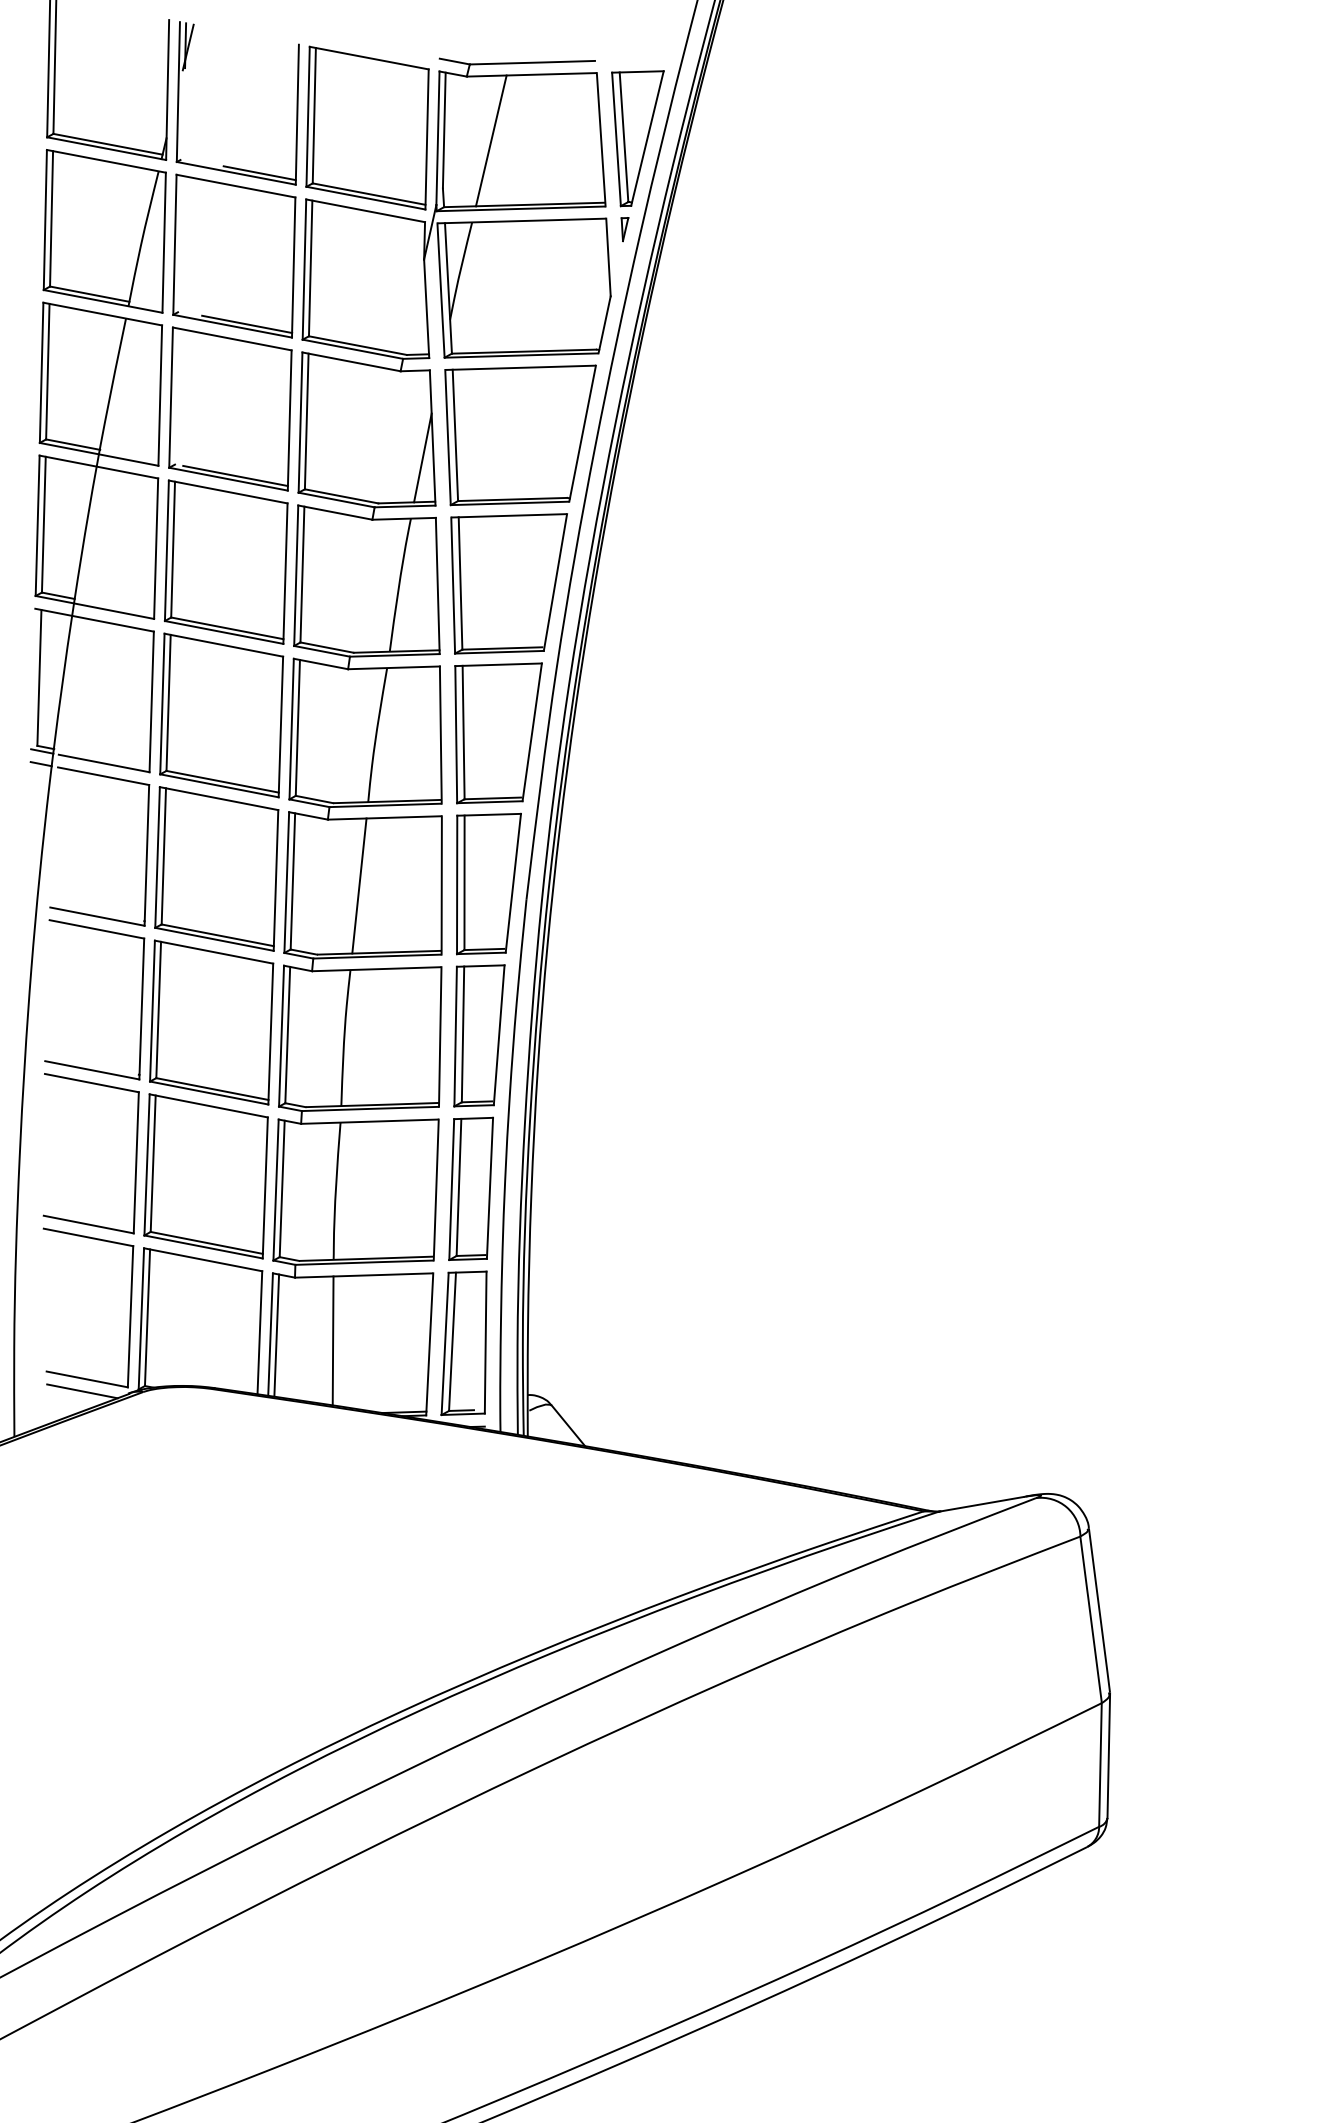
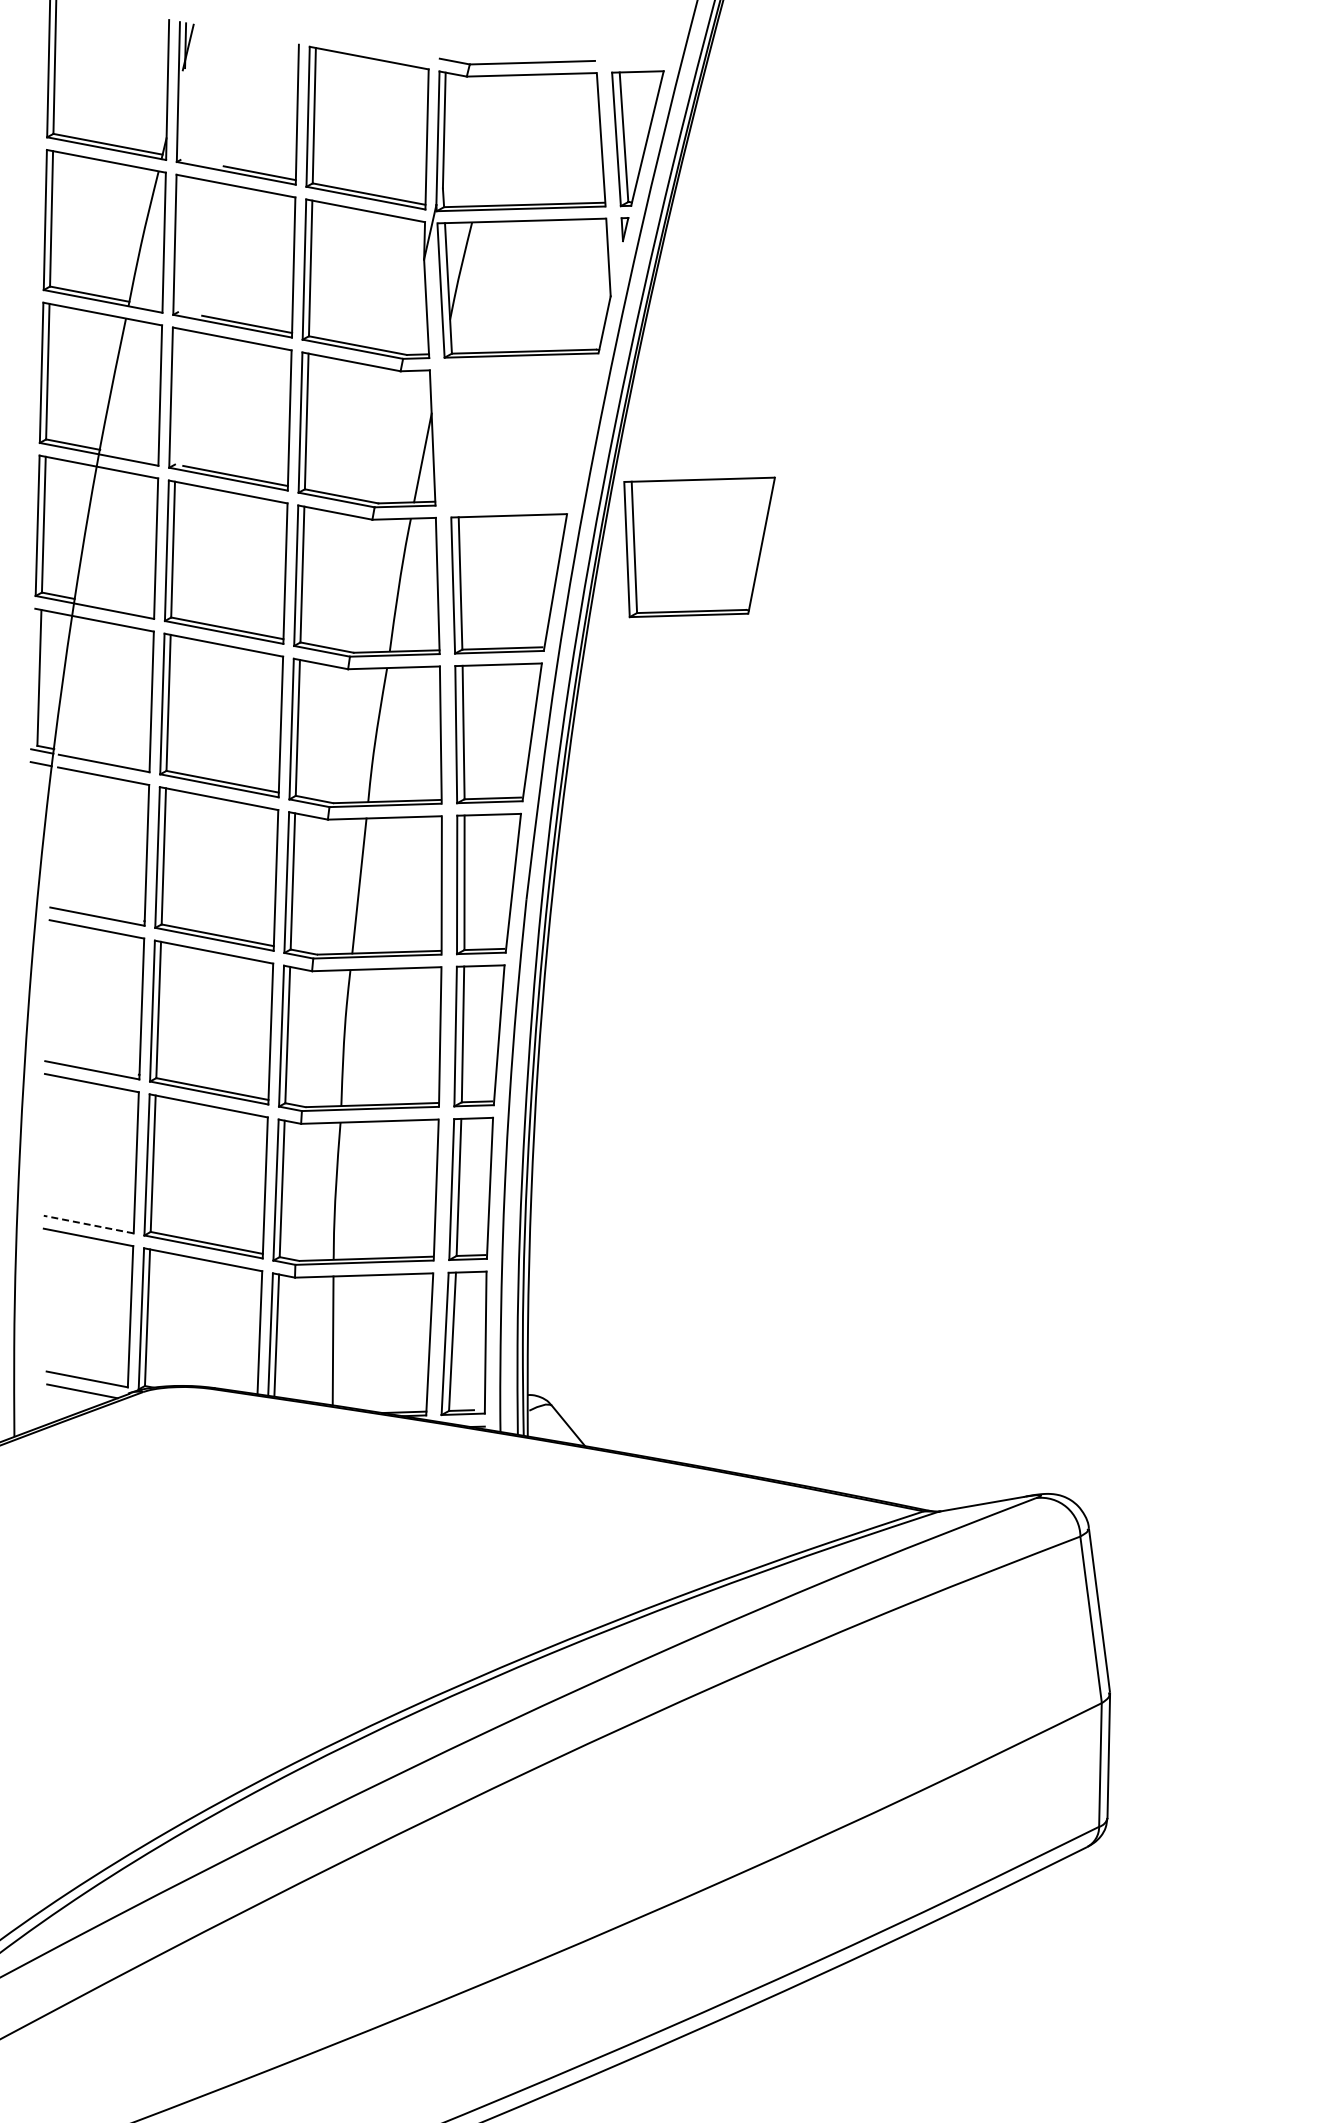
line at (490, 140): present -> none
part at (520, 435) position: (520, 435) -> (699, 547)
line at (88, 1224): solid -> dashed
